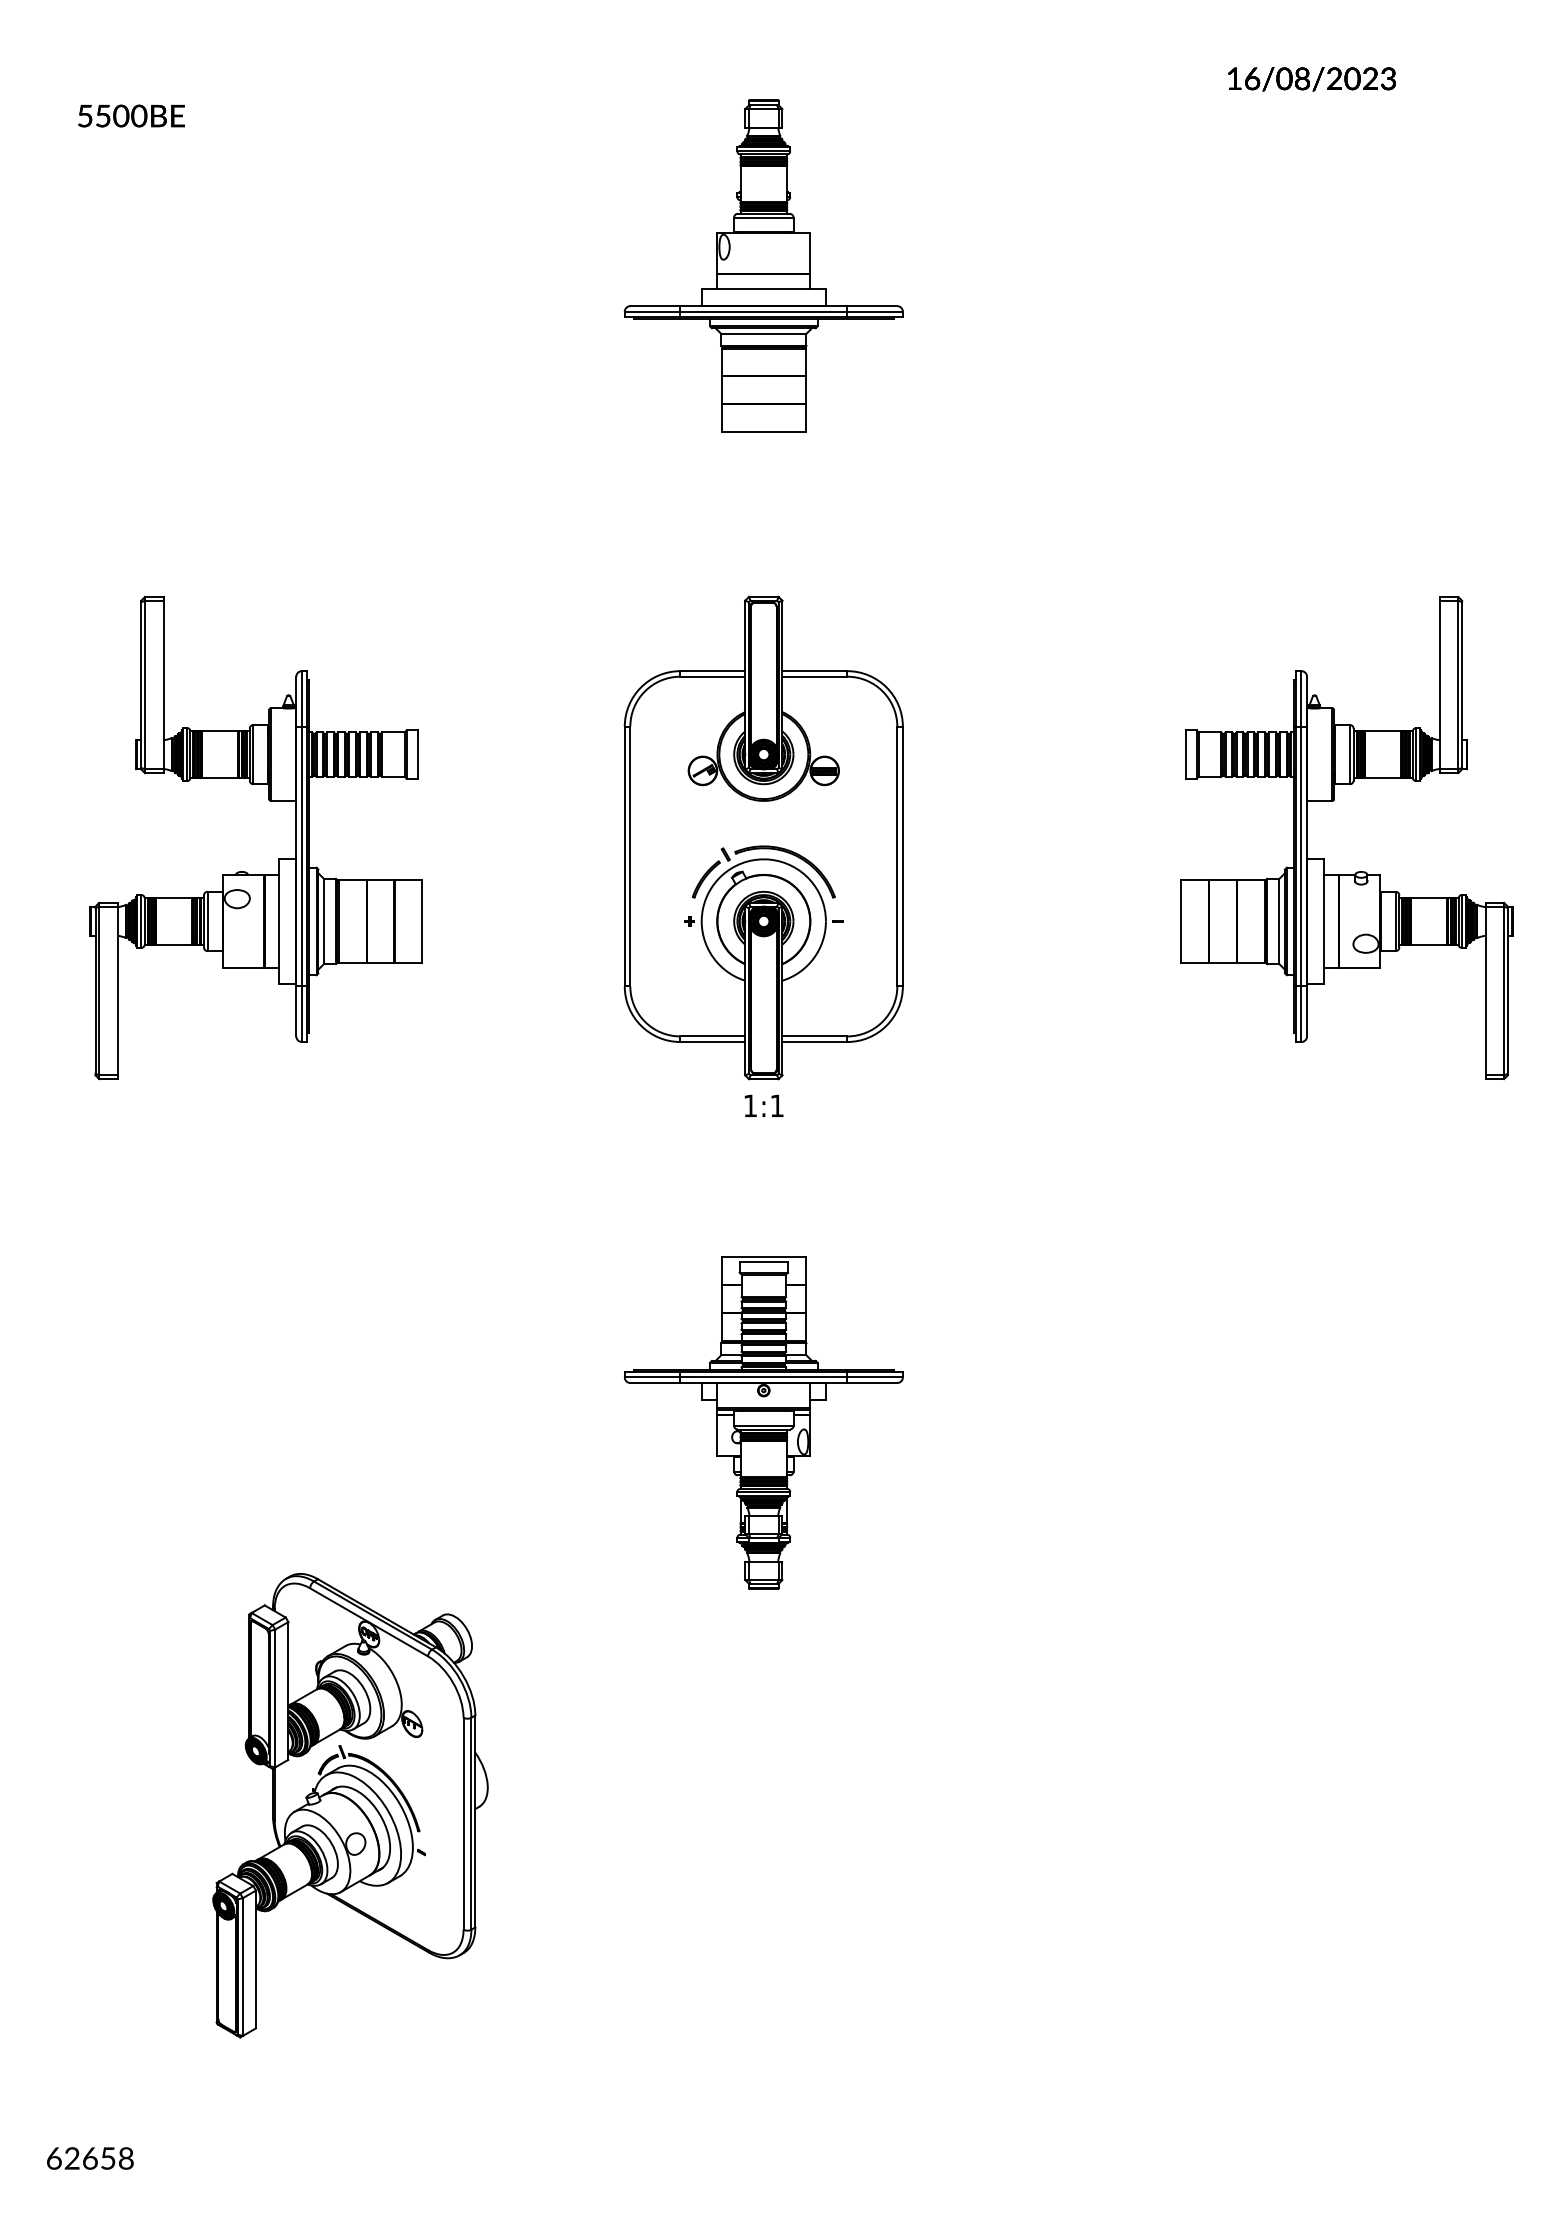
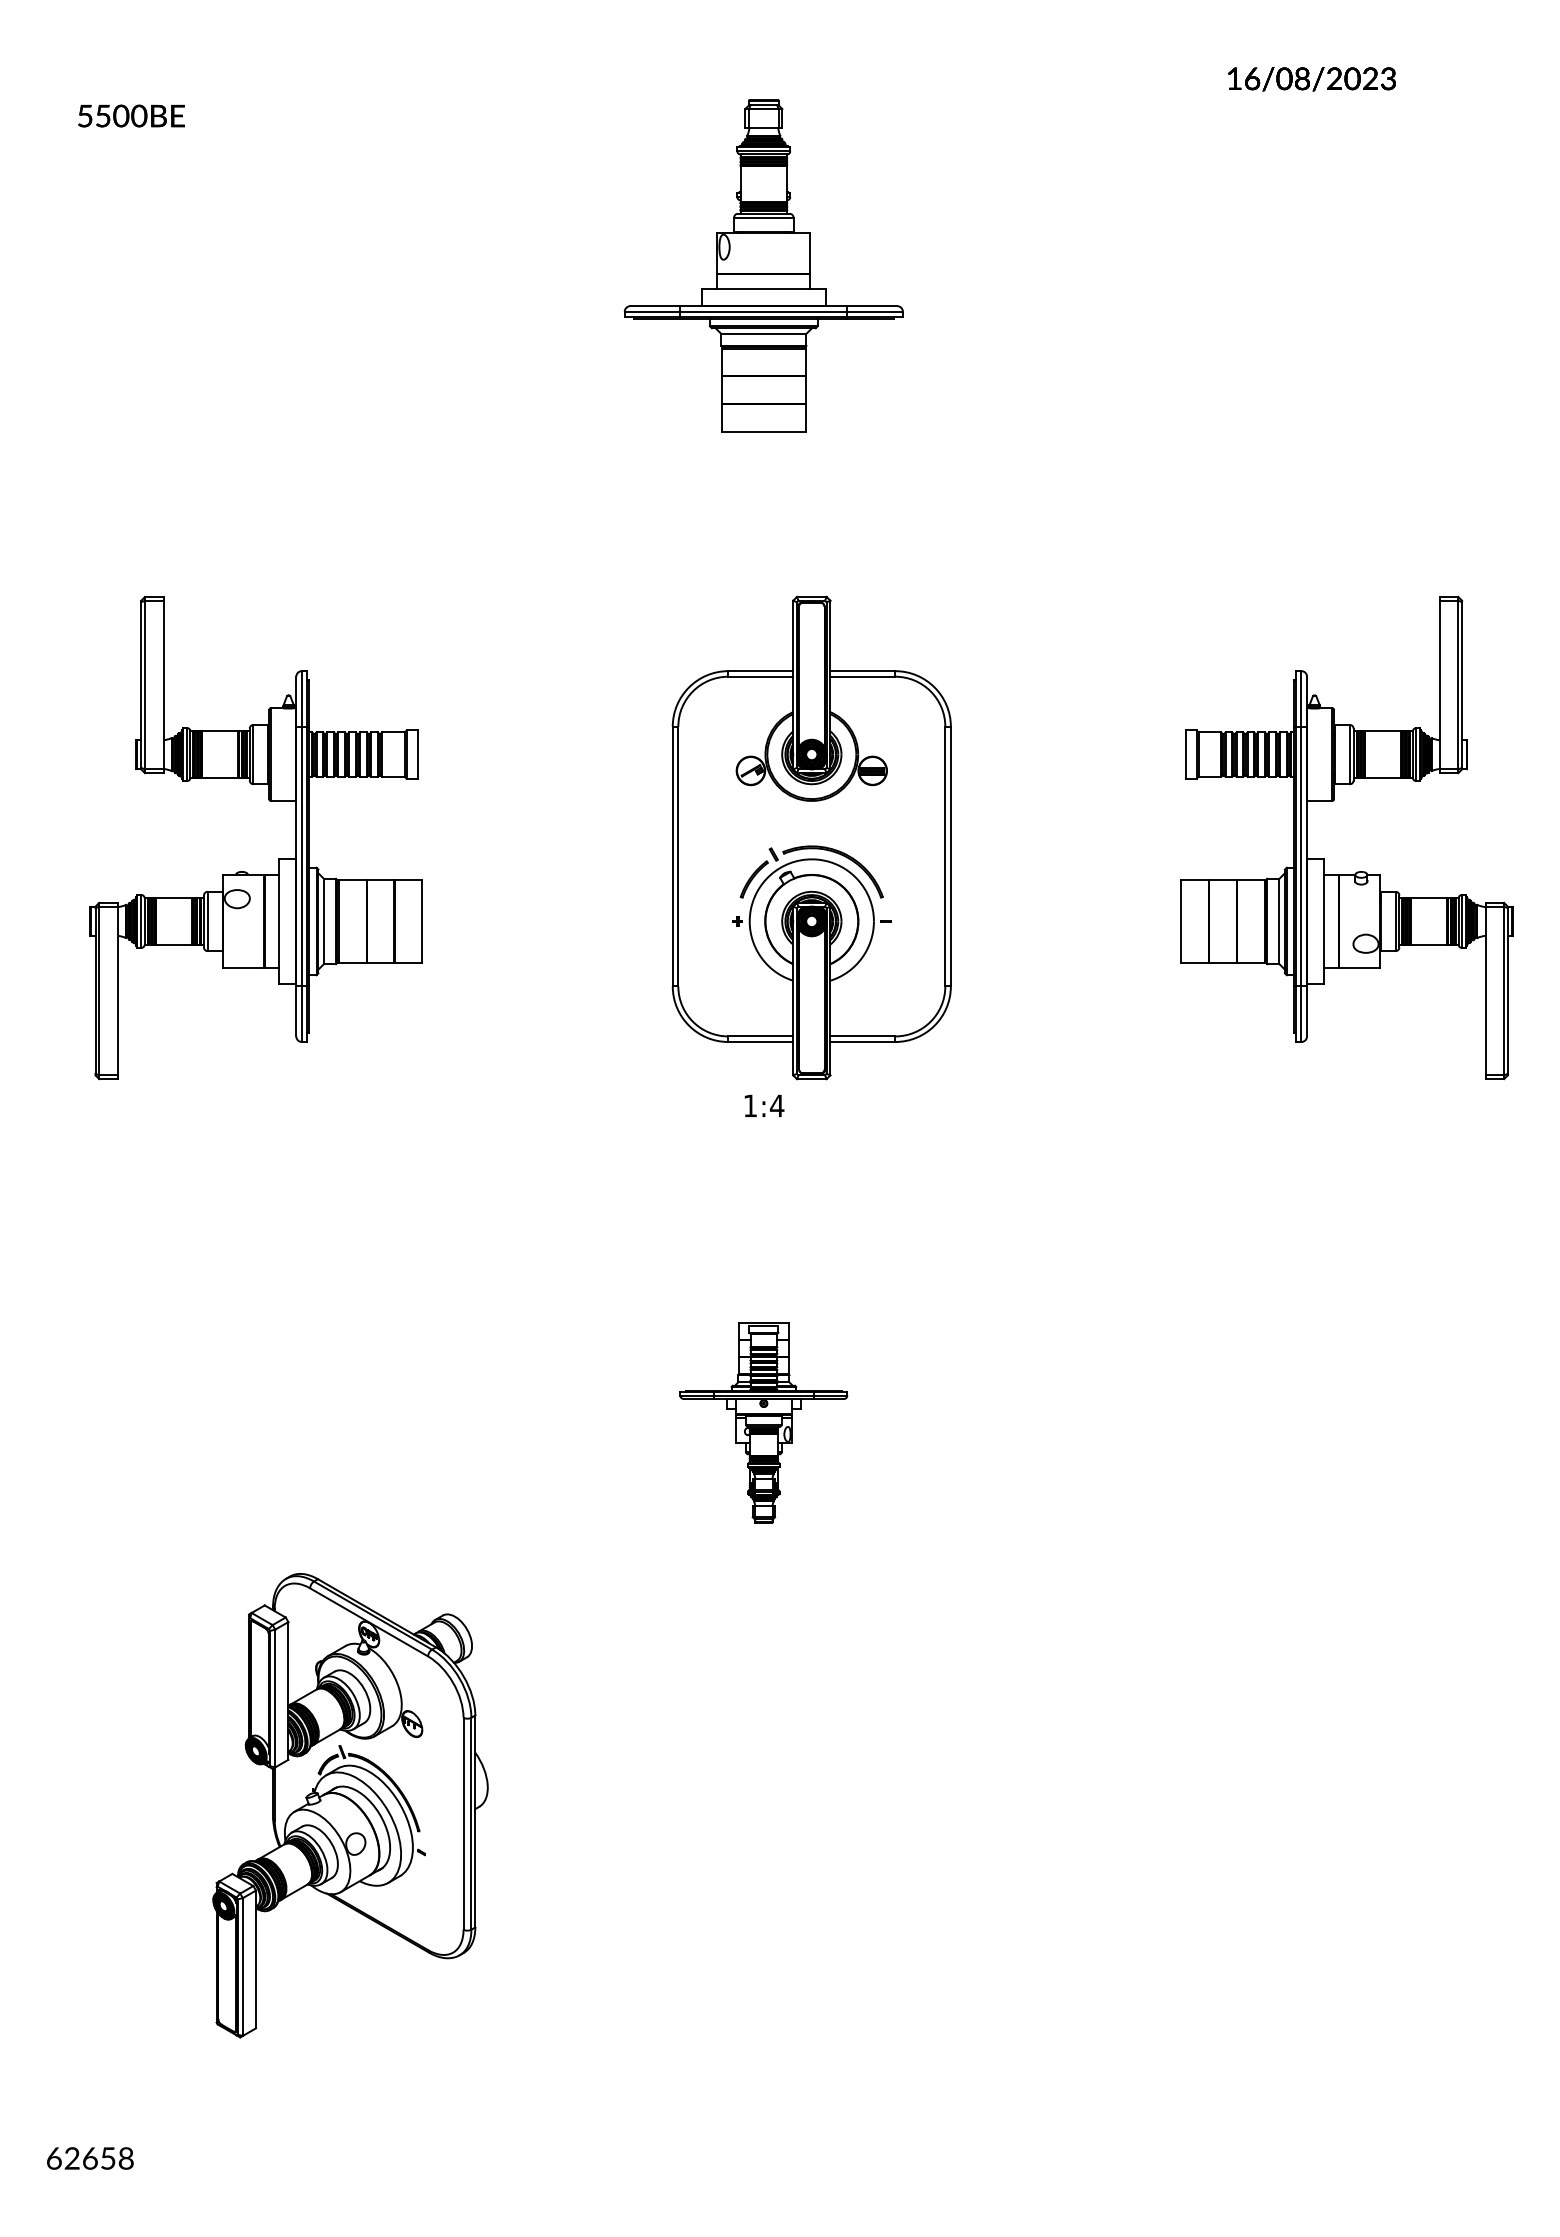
part at (763, 837) position: (763, 837) -> (811, 837)
text at (777, 1105): 1:1 -> 1:4
part at (763, 1422) size: 280x334 px -> 170x202 px
